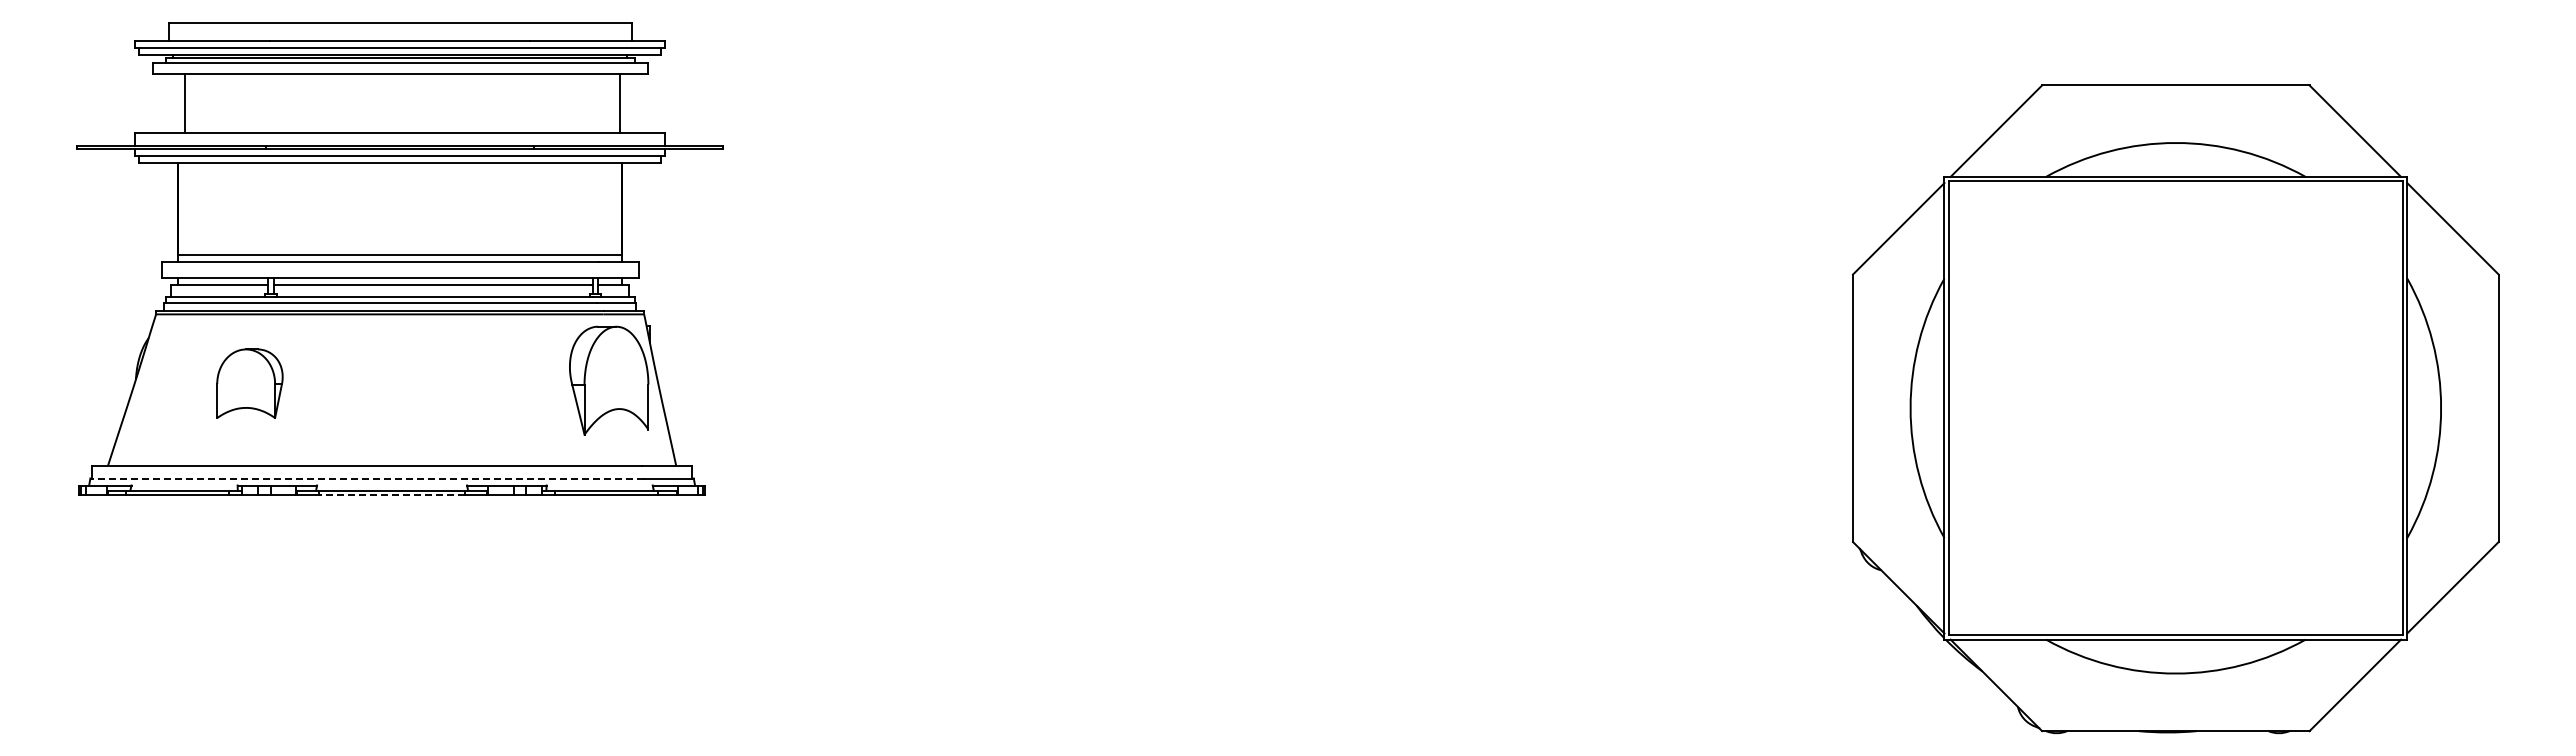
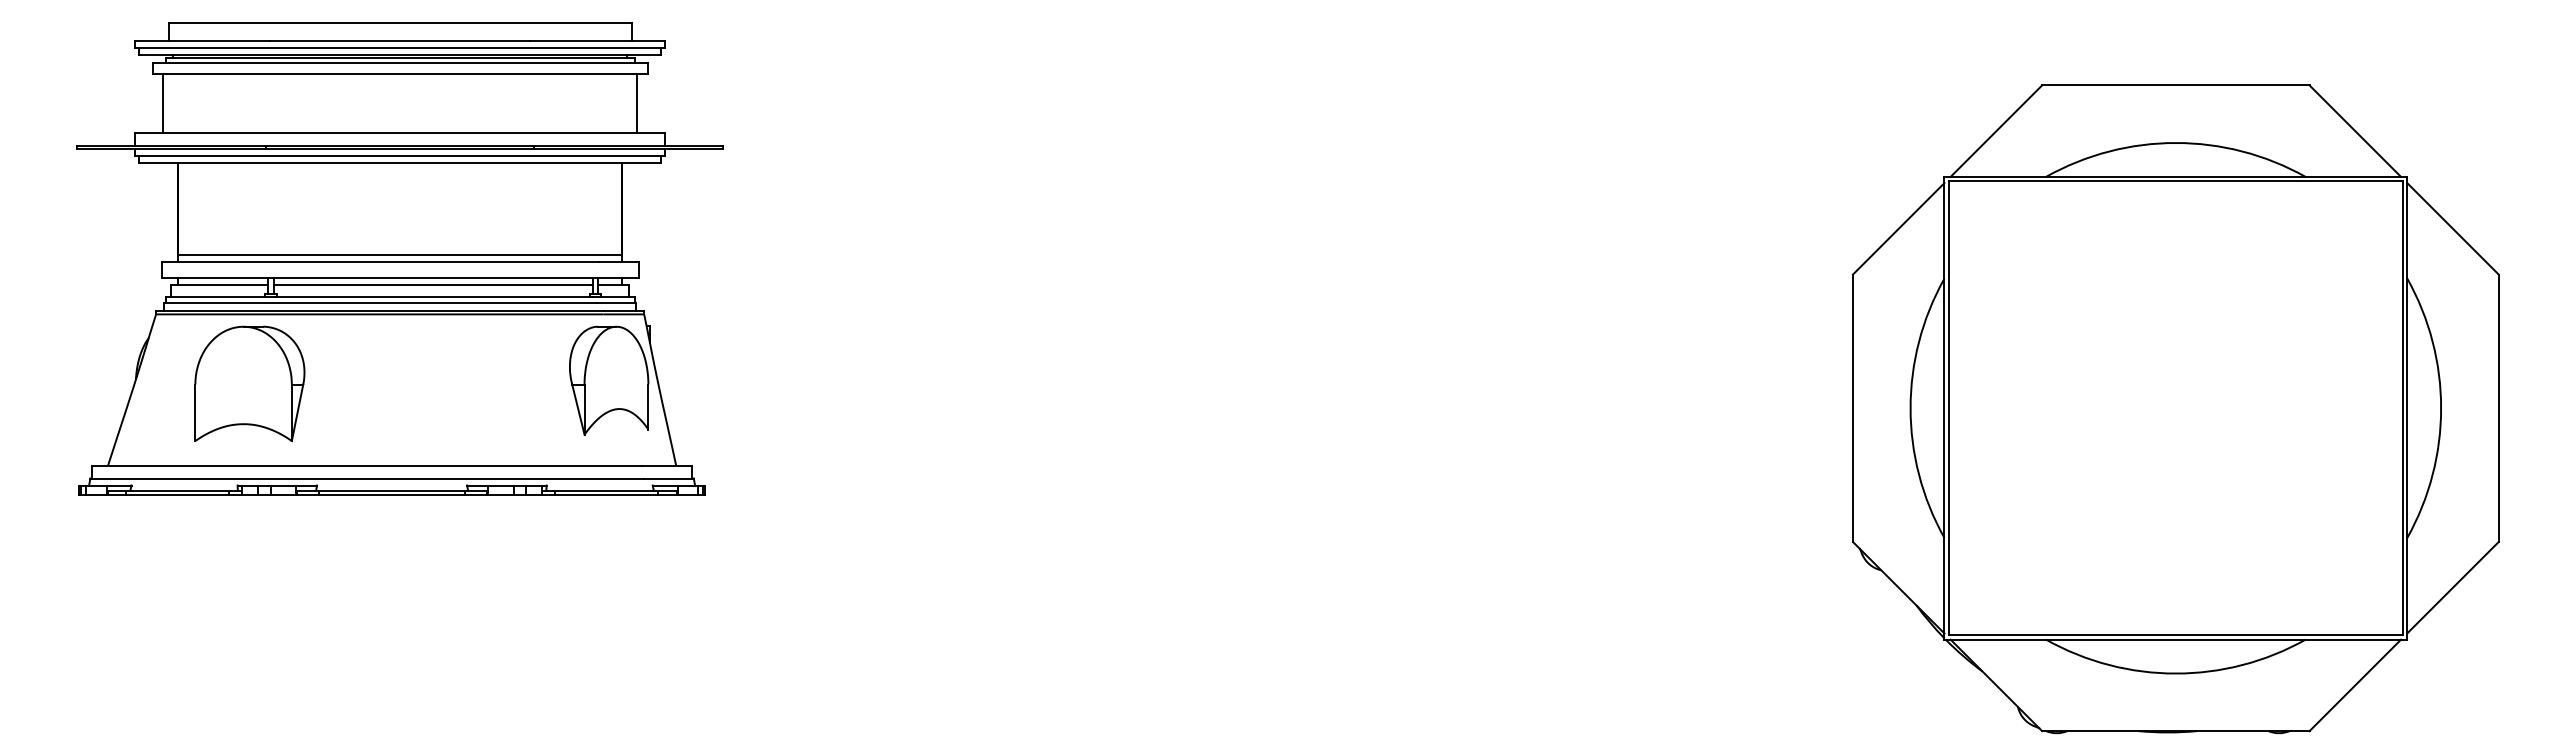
line at (185, 102) position: (185, 102) -> (163, 102)
line at (619, 102) position: (619, 102) -> (636, 102)
part at (249, 383) size: 68x71 px -> 112x117 px
line at (367, 478): dashed -> solid
line at (391, 495): dashed -> solid
